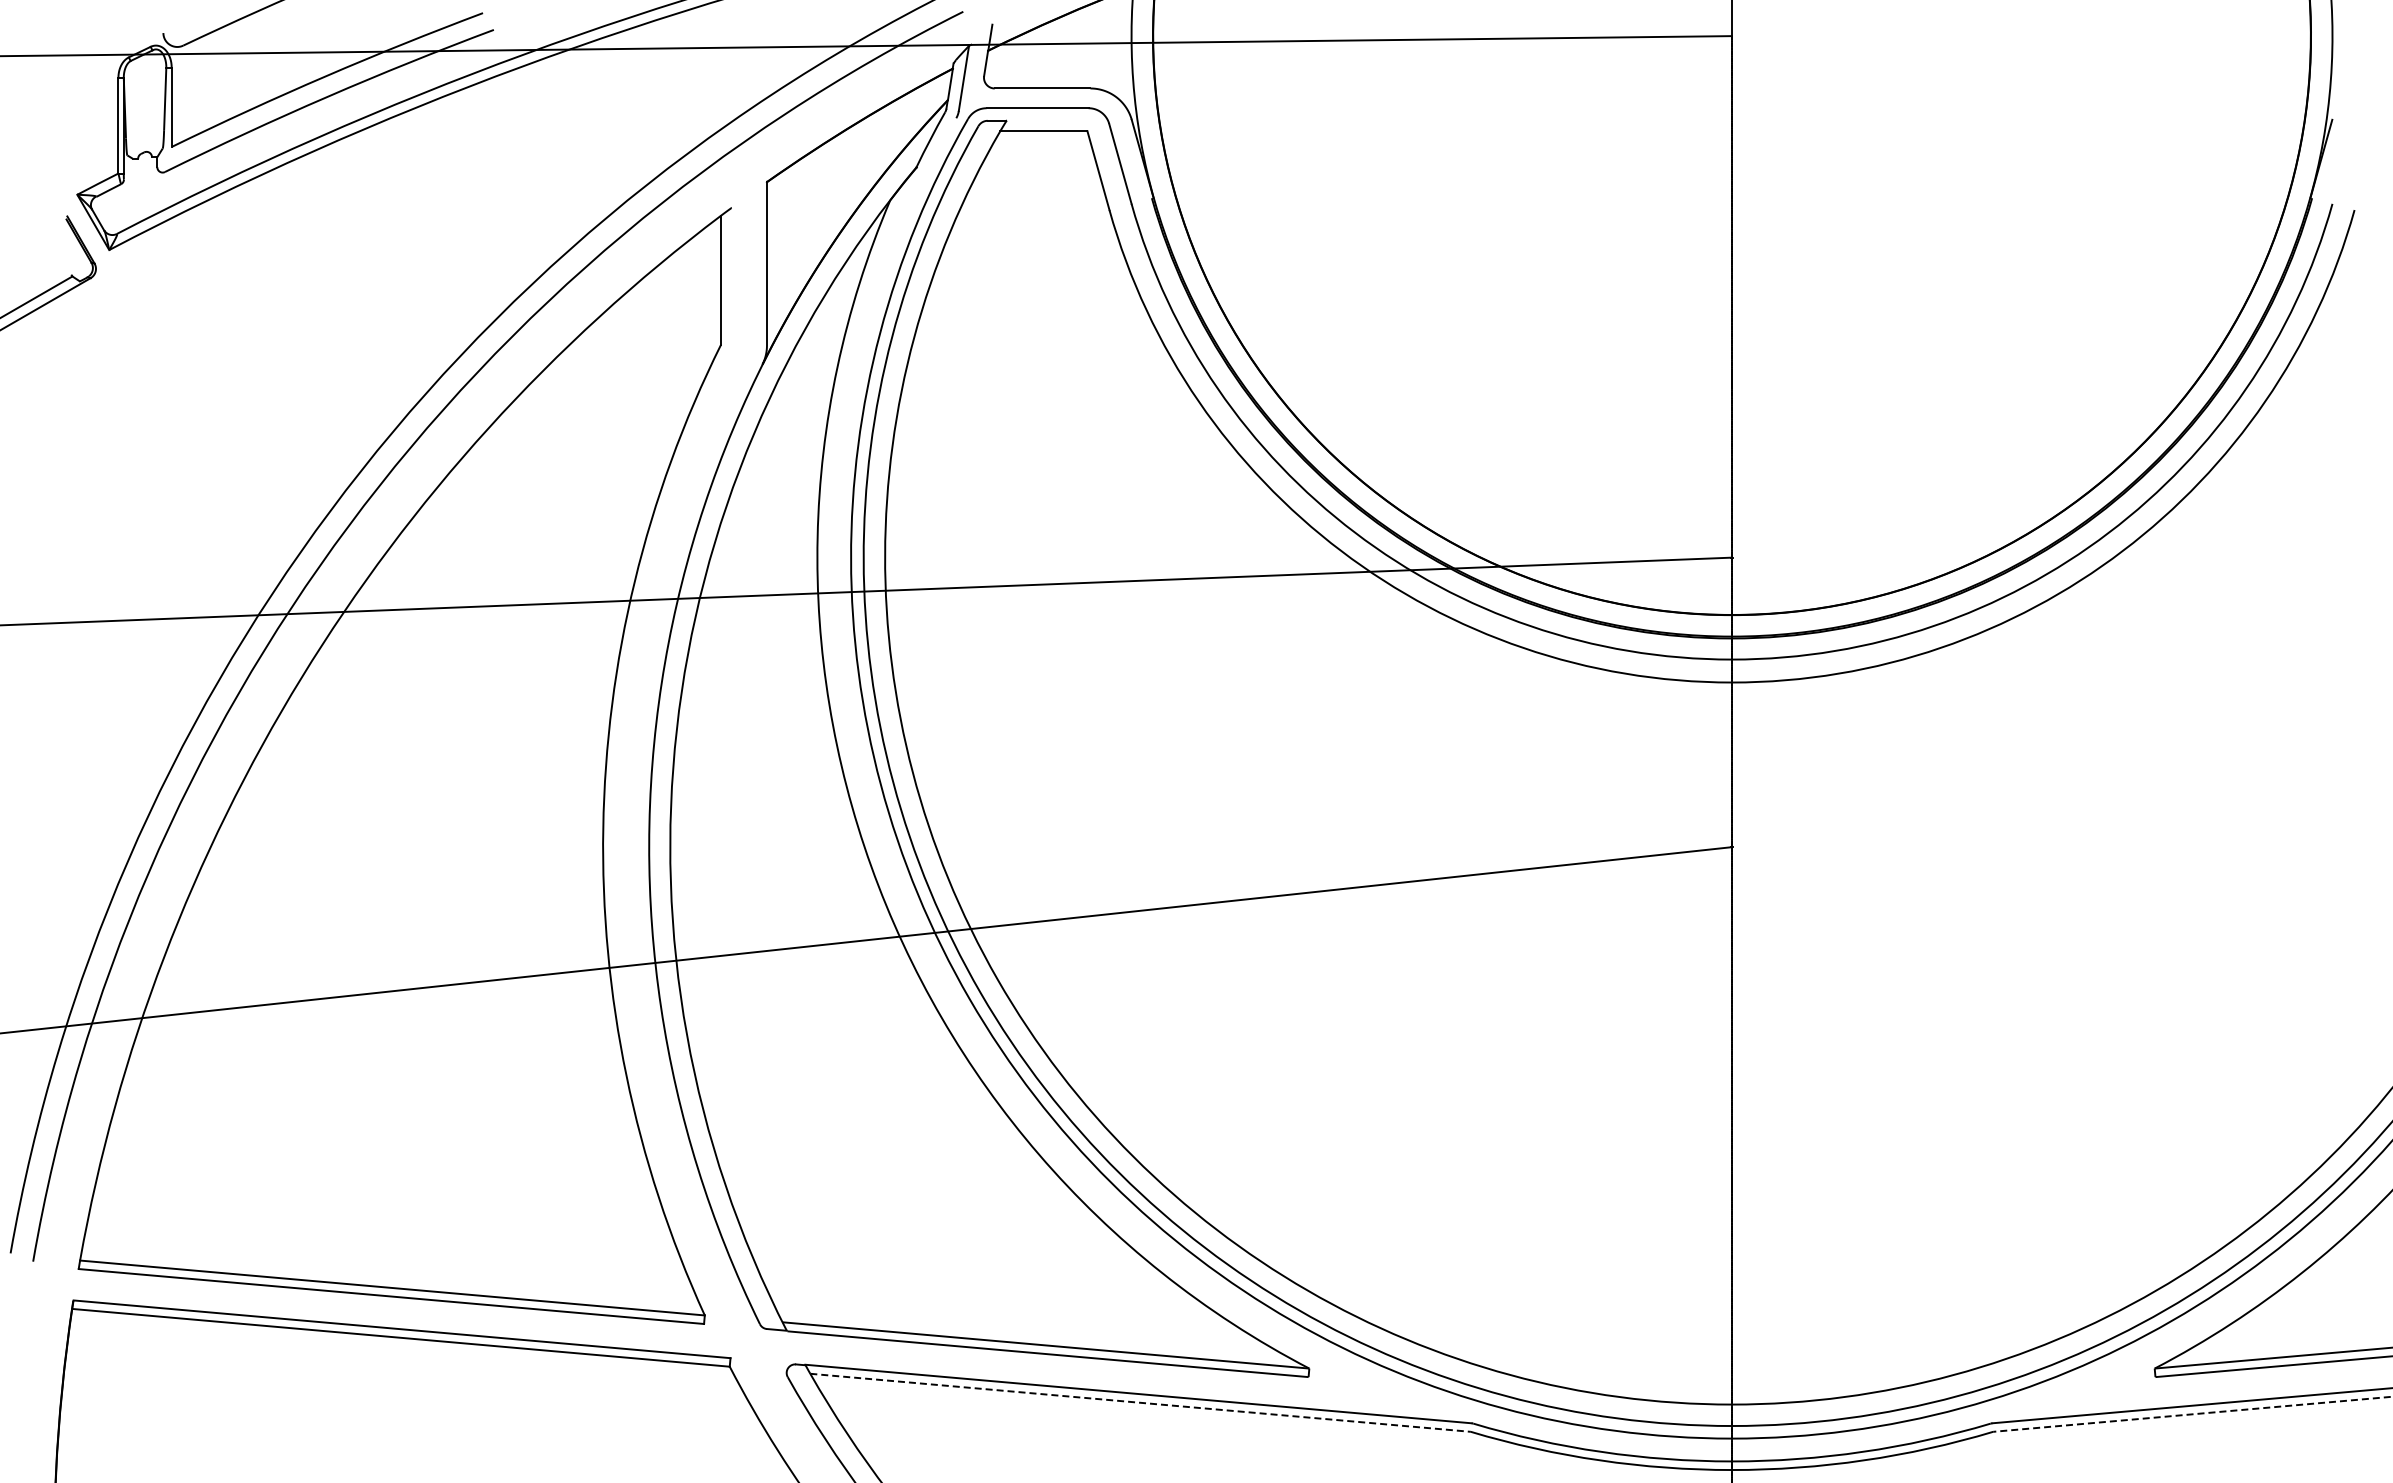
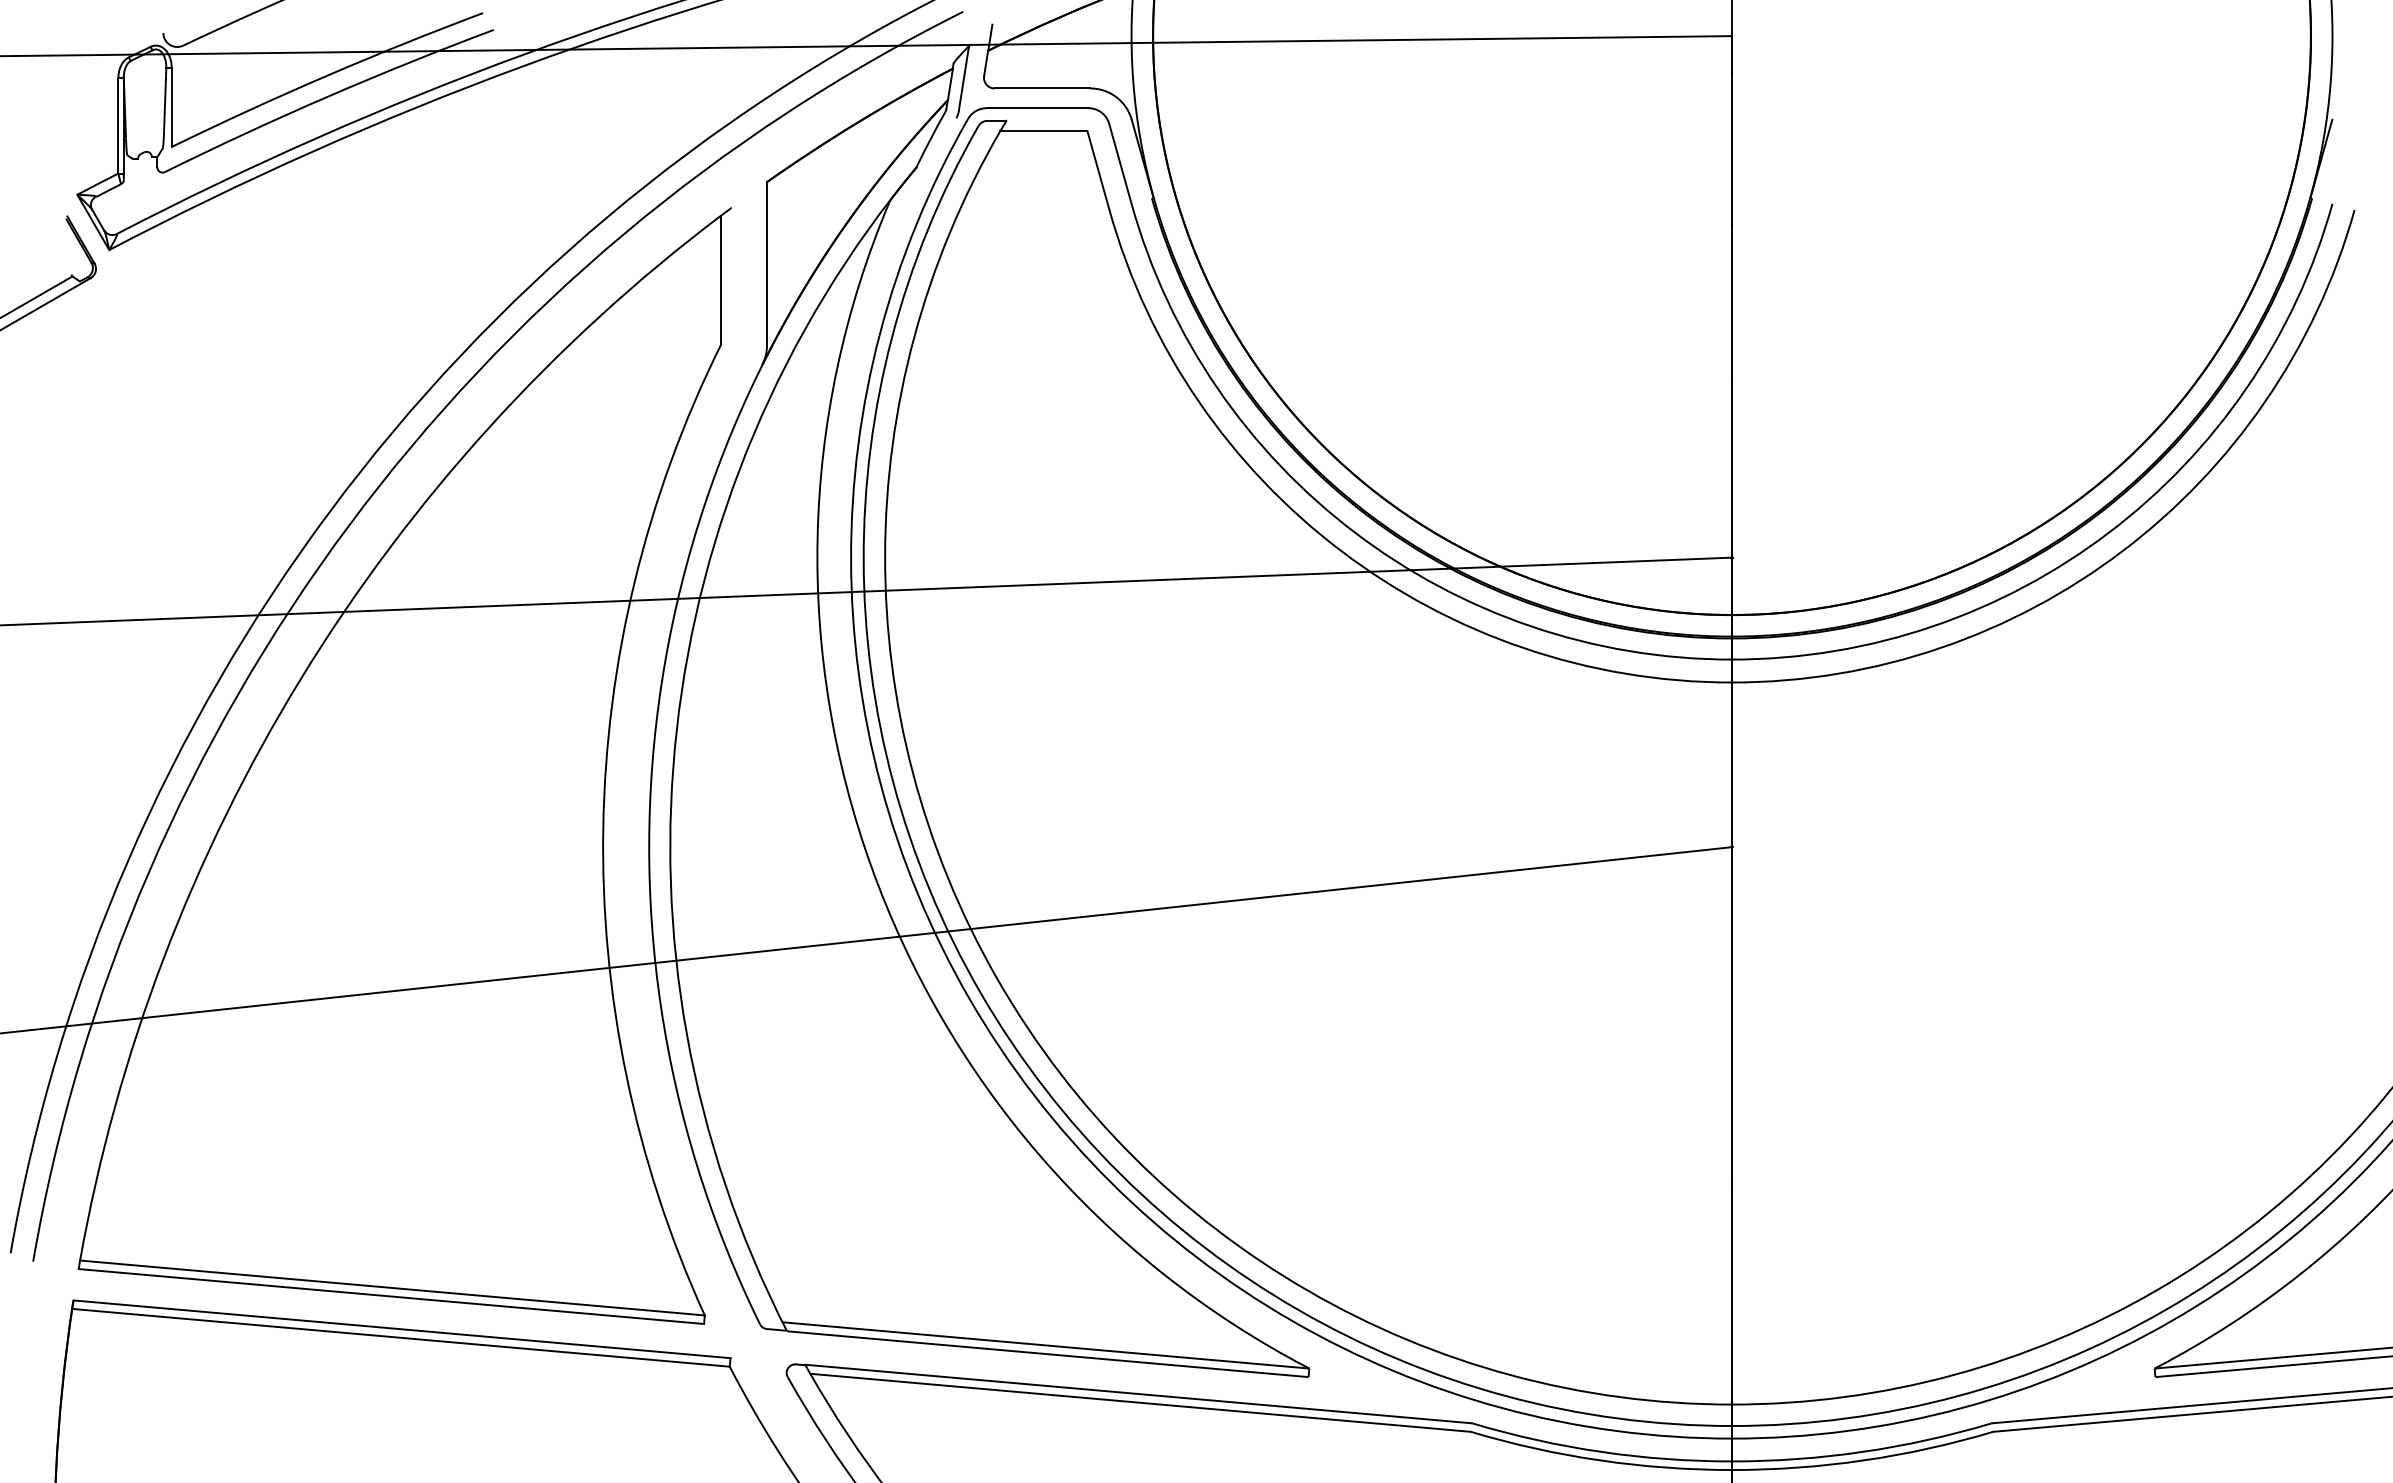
line at (1140, 1402): dashed -> solid
line at (2192, 1414): dashed -> solid
